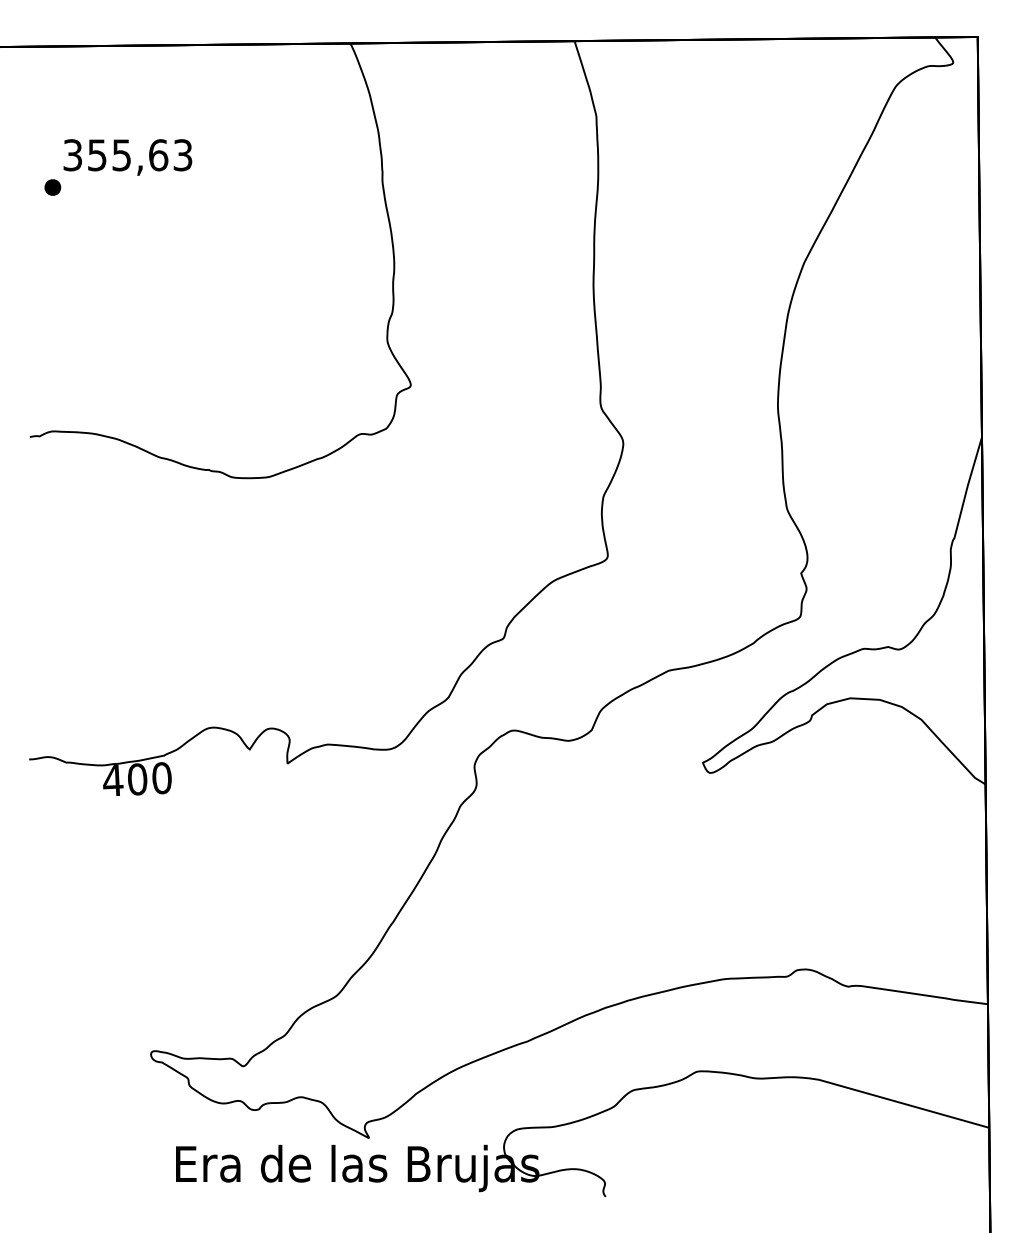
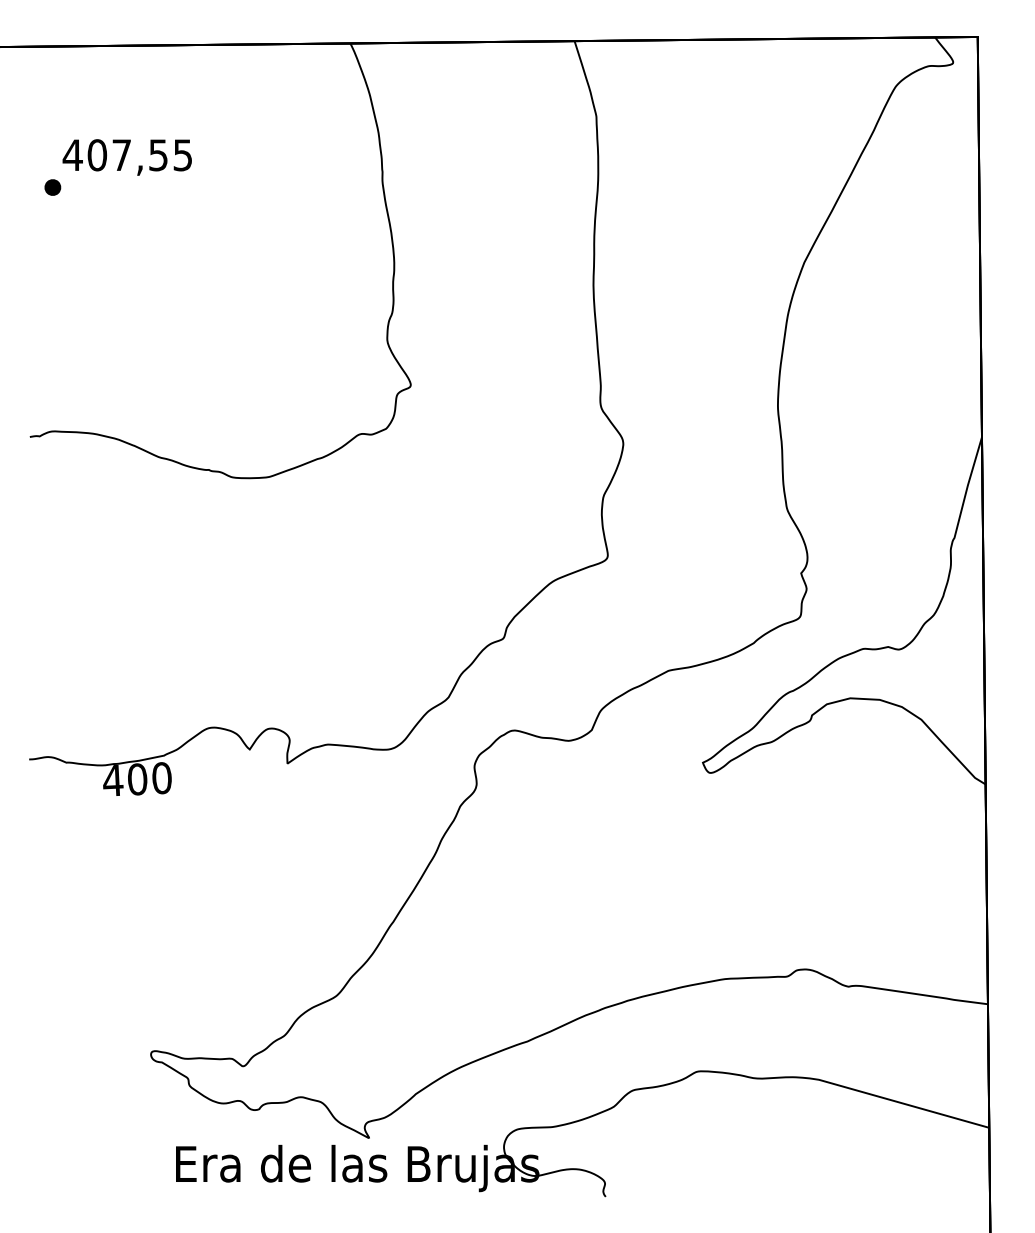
text at (127, 155): 355,63 -> 407,55
